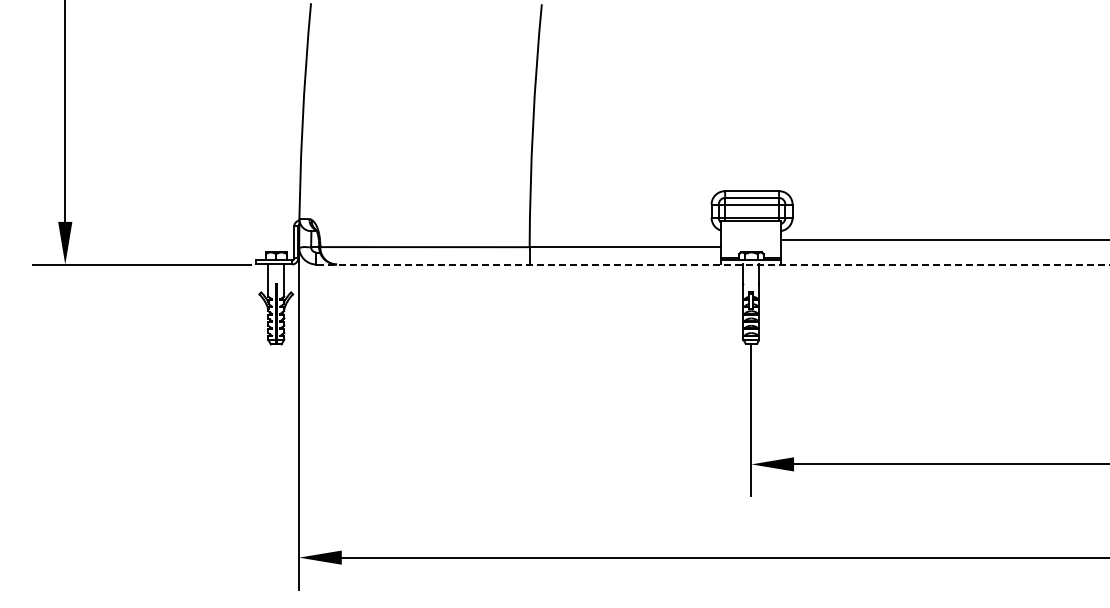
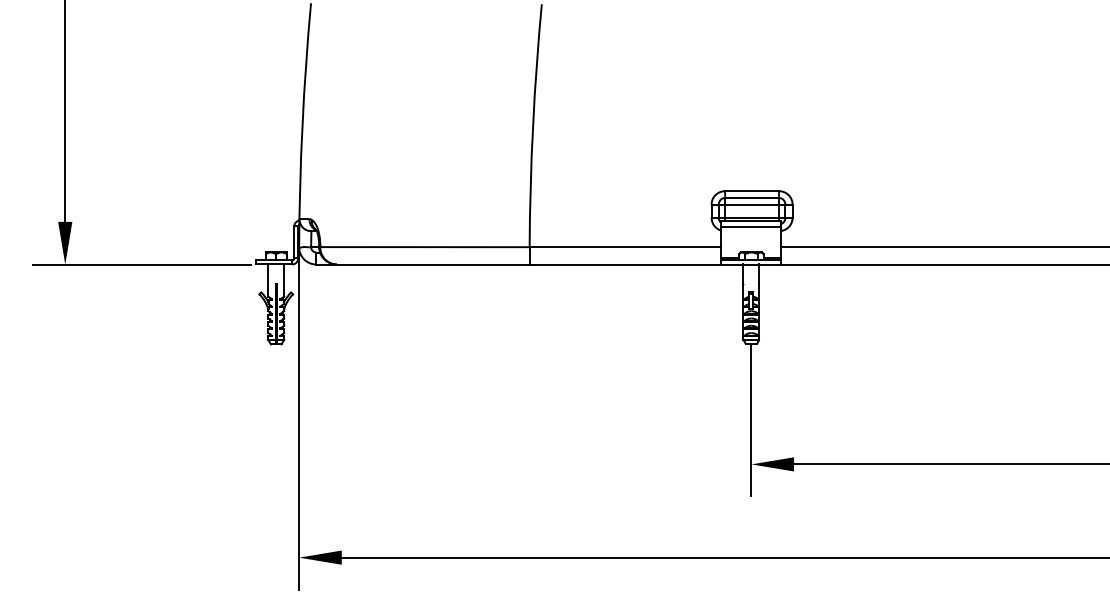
line at (751, 226): none -> present
line at (943, 240) position: (943, 240) -> (943, 247)
line at (712, 264): dashed -> solid
